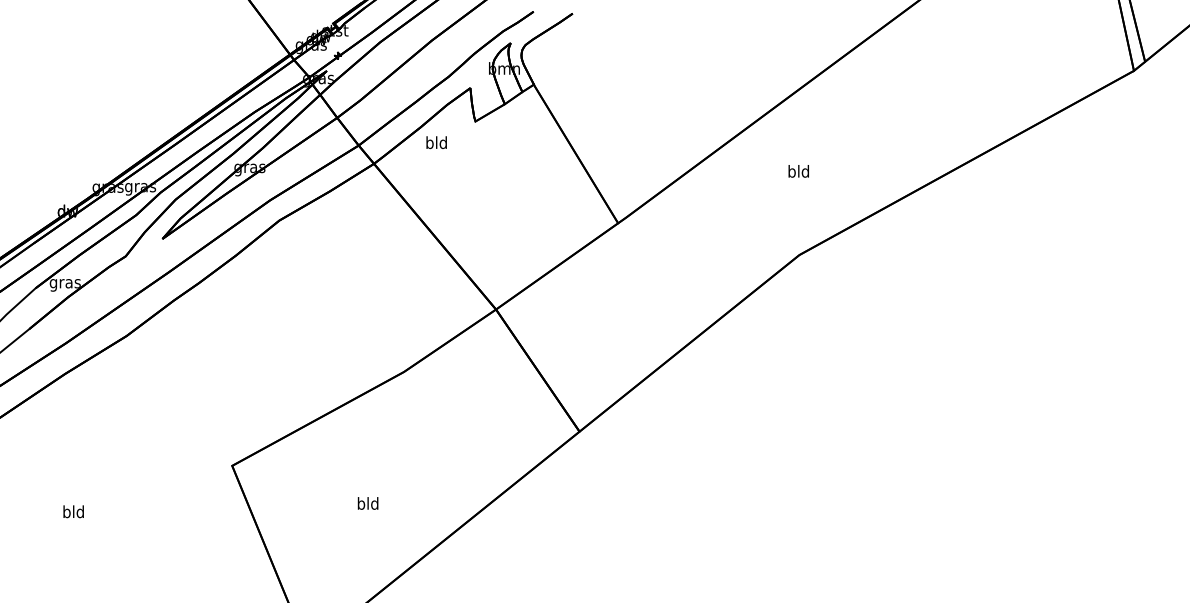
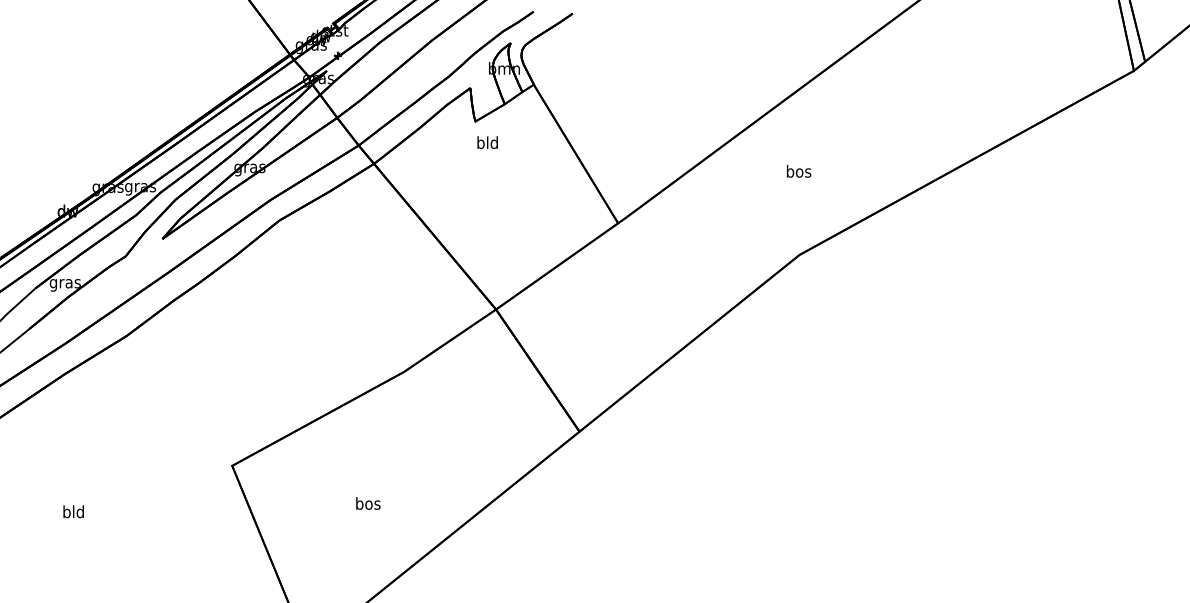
text at (436, 142) position: (436, 142) -> (487, 142)
text at (798, 171): bld -> bos
text at (368, 503): bld -> bos
